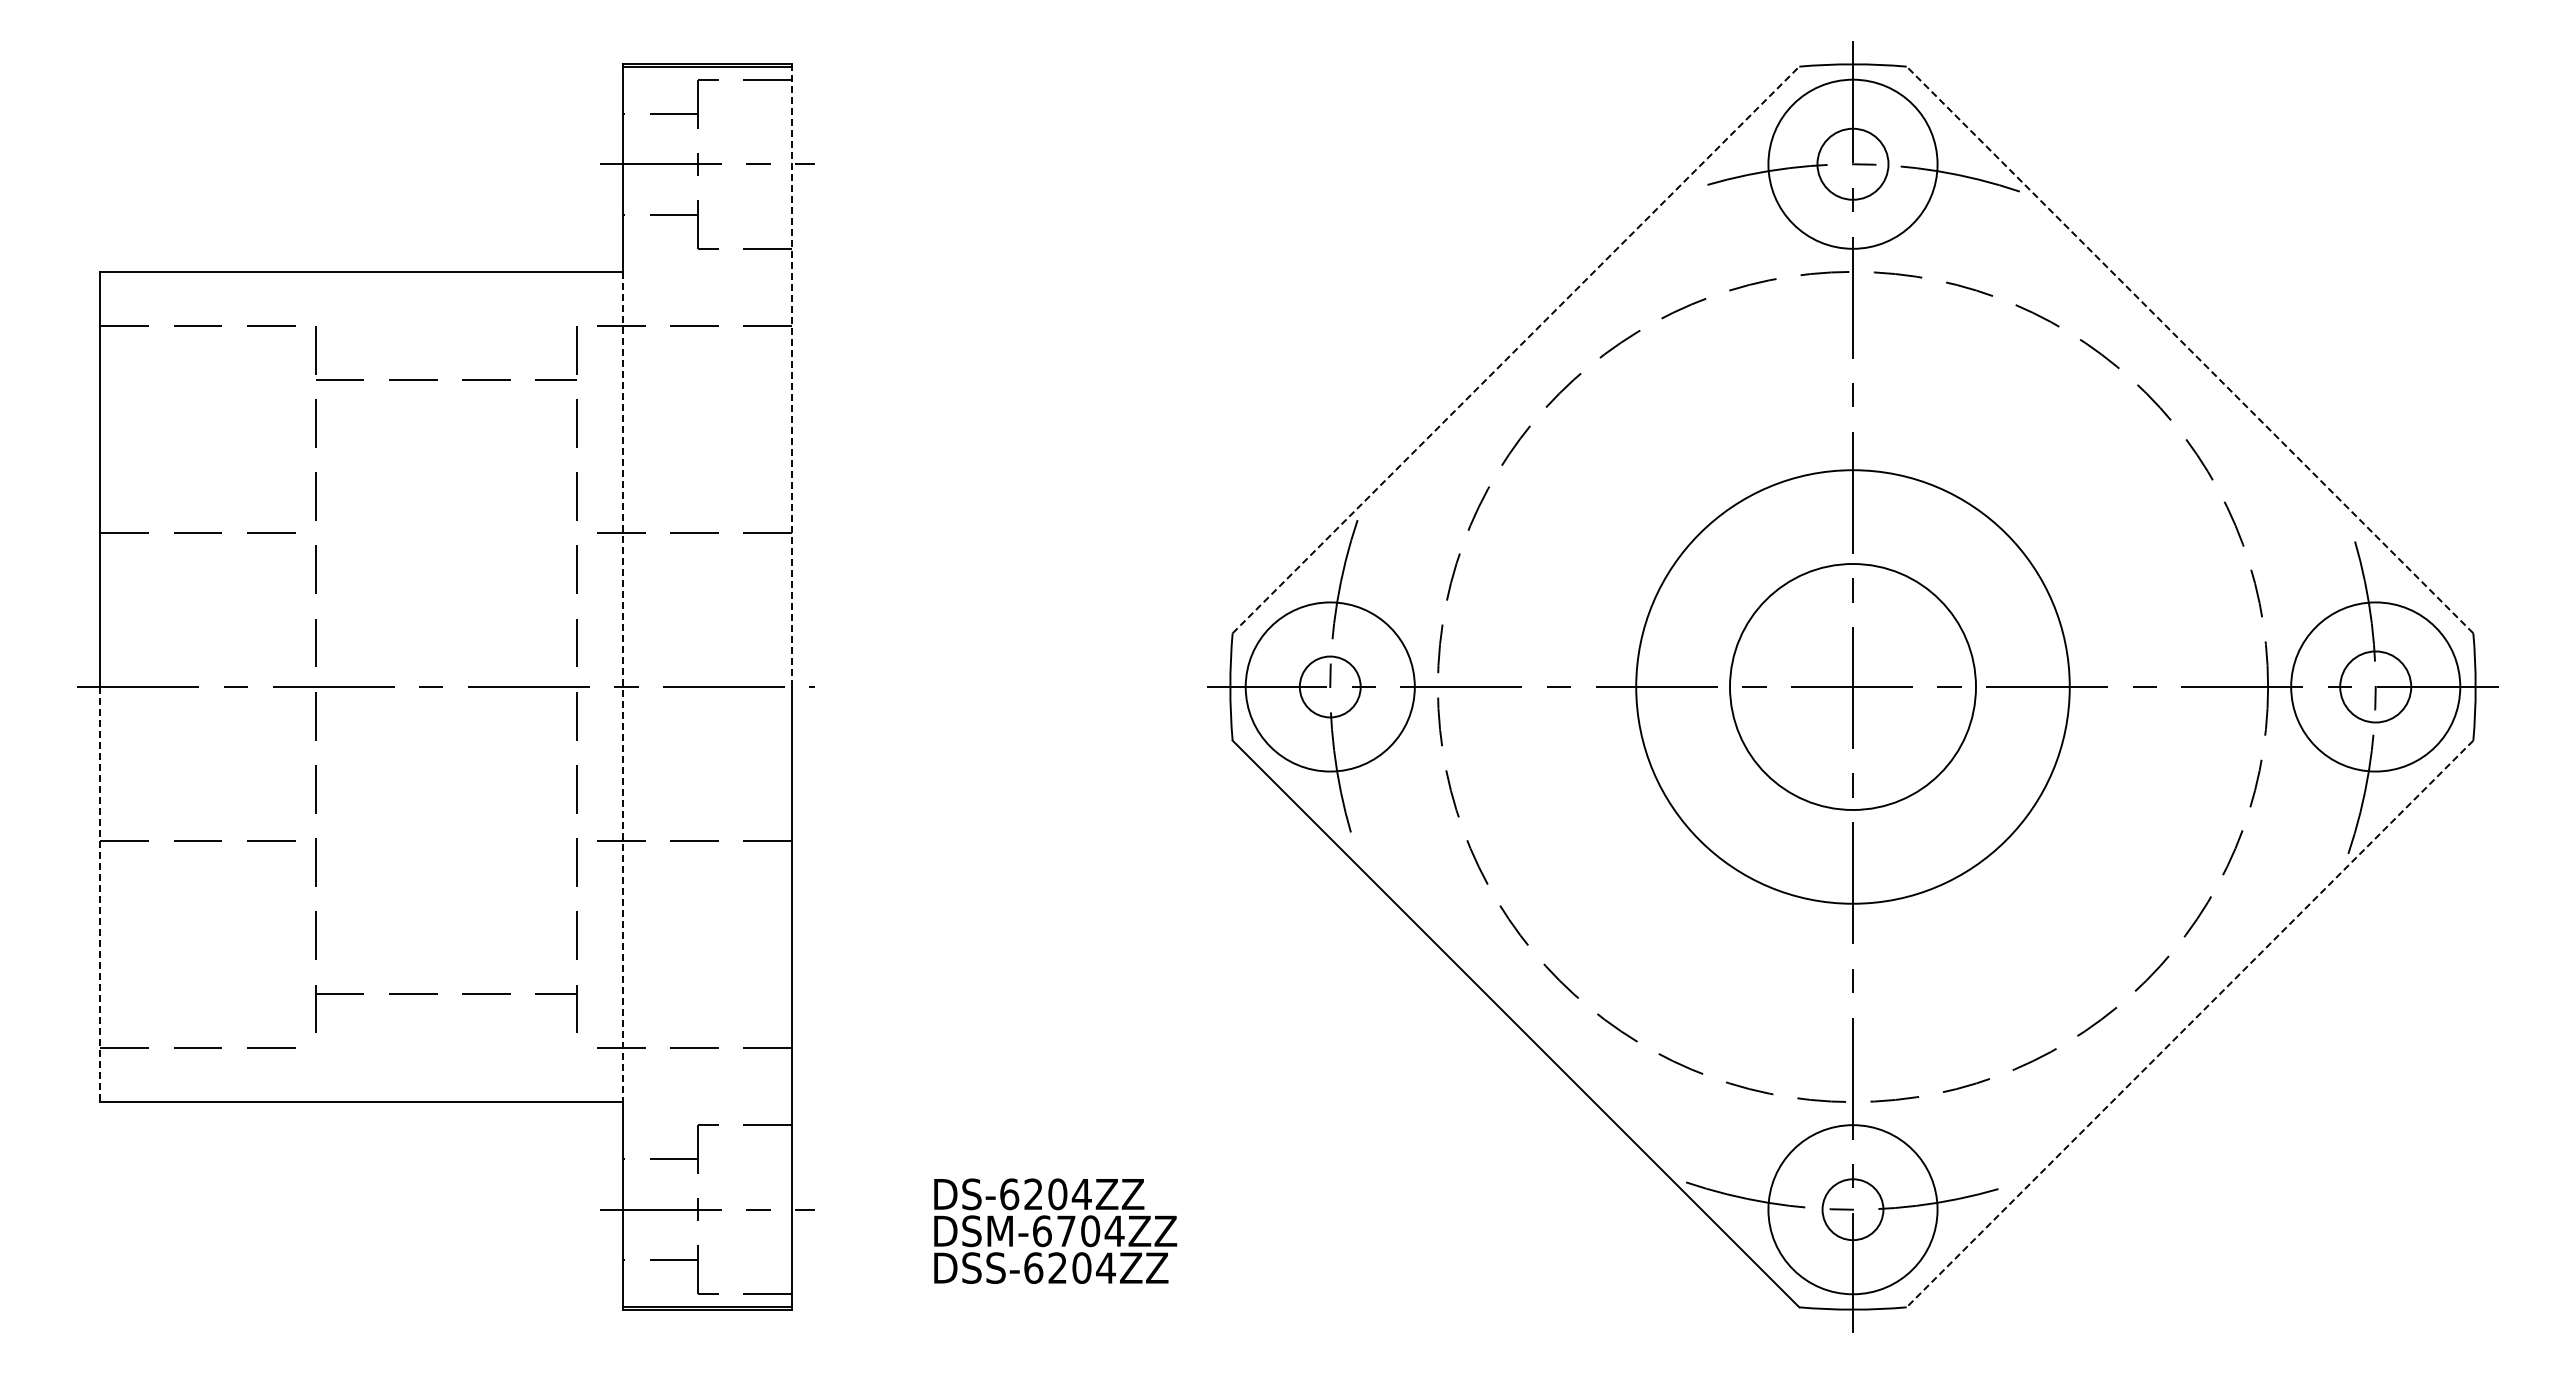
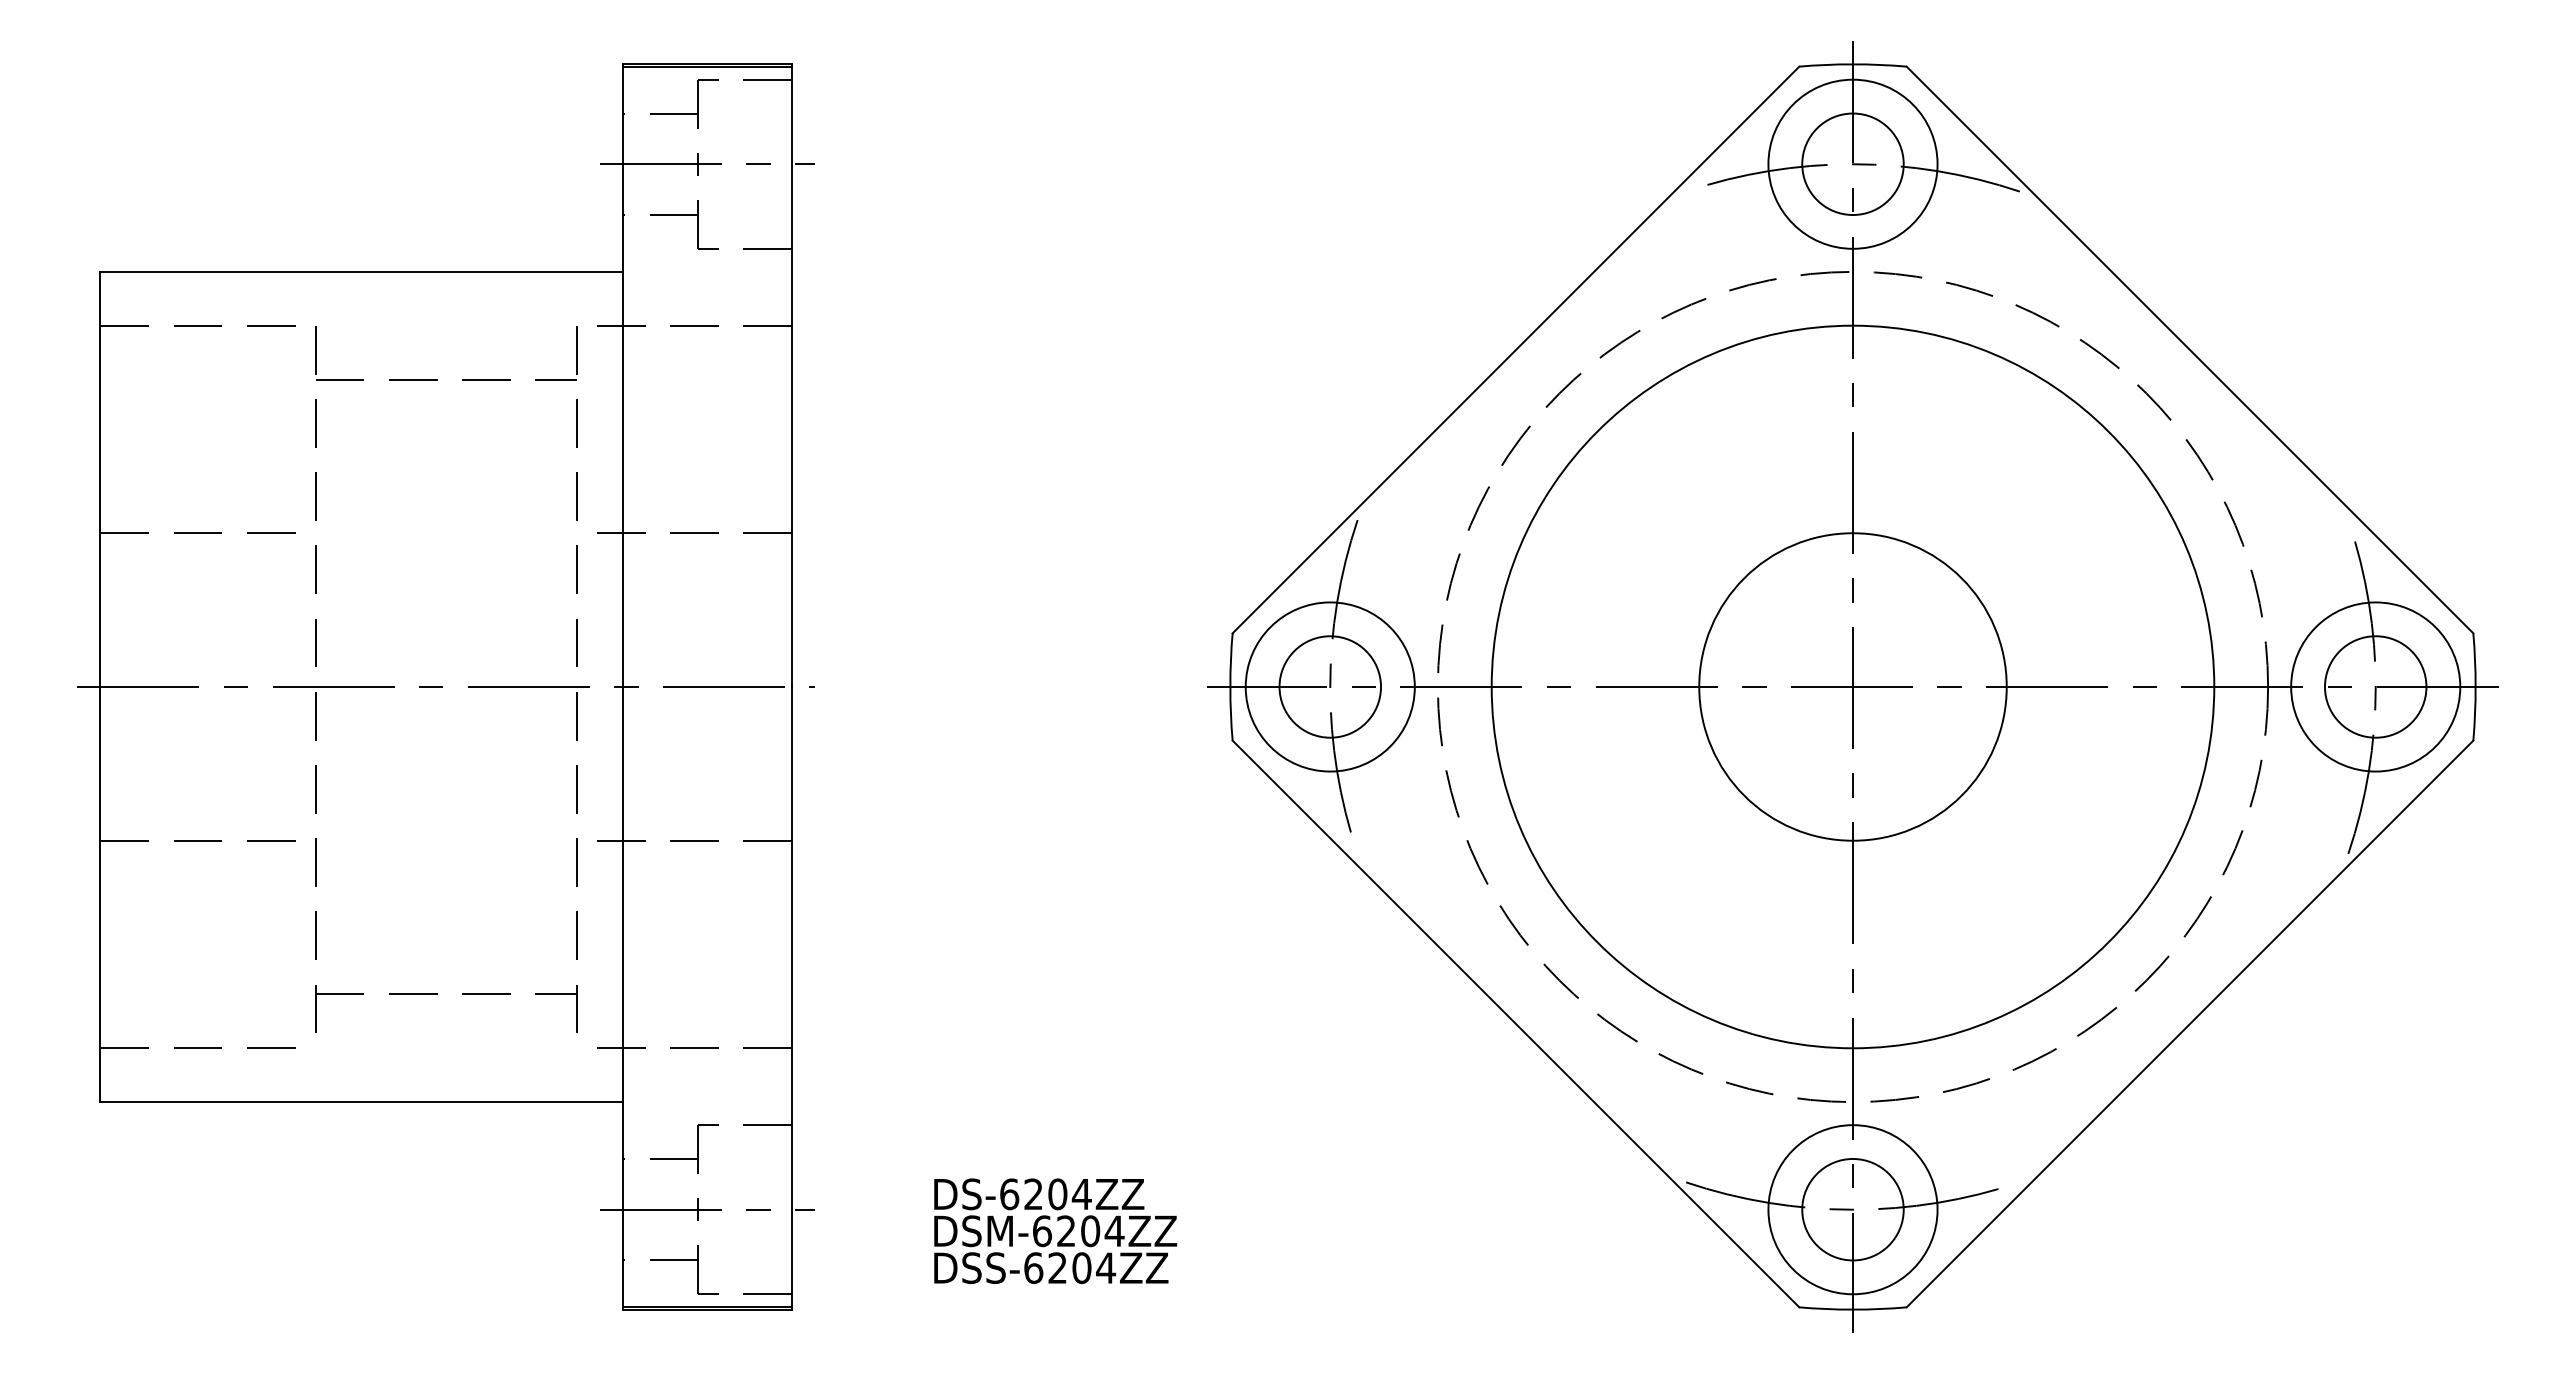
circle at (1852, 163) diameter: 71 px -> 101 px
line at (1515, 349): dashed -> solid
line at (2190, 349): dashed -> solid
line at (792, 376): dashed -> solid
circle at (1329, 686) diameter: 61 px -> 101 px
circle at (1852, 686) diameter: 246 px -> 307 px
circle at (1852, 686) diameter: 434 px -> 723 px
circle at (2375, 686) diameter: 71 px -> 101 px
line at (623, 687): dashed -> solid
line at (100, 894): dashed -> solid
line at (2190, 1024): dashed -> solid
circle at (1852, 1209) diameter: 61 px -> 101 px
text at (1066, 1230): DSM-6704ZZ -> DSM-6204ZZ
